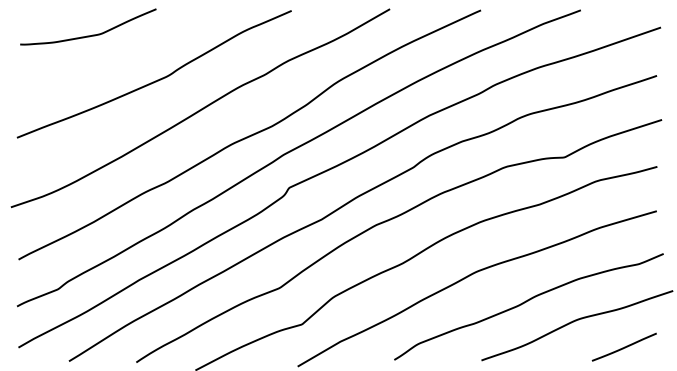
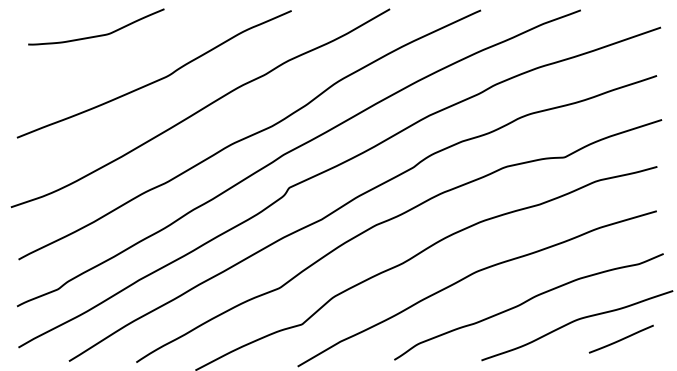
curve at (92, 34) position: (92, 34) -> (100, 34)
line at (624, 346) position: (624, 346) -> (621, 338)
